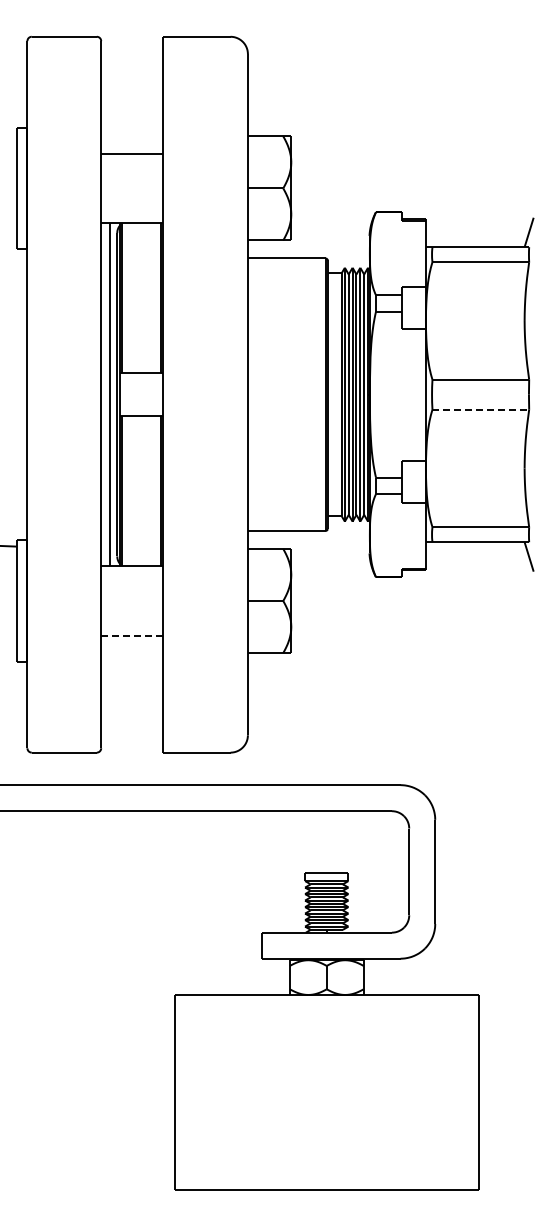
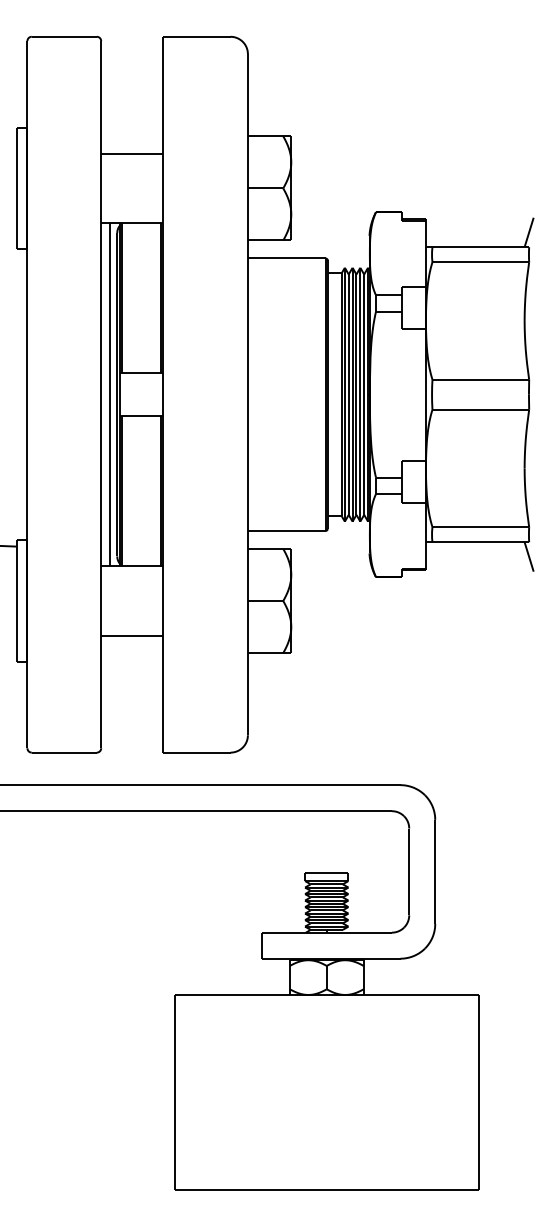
line at (481, 409): dashed -> solid
line at (131, 635): dashed -> solid
